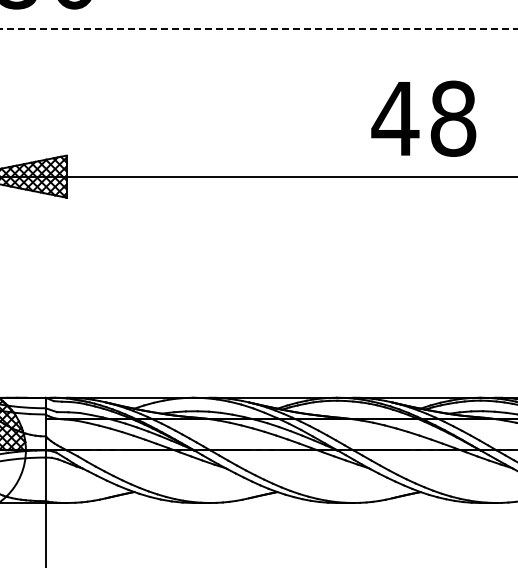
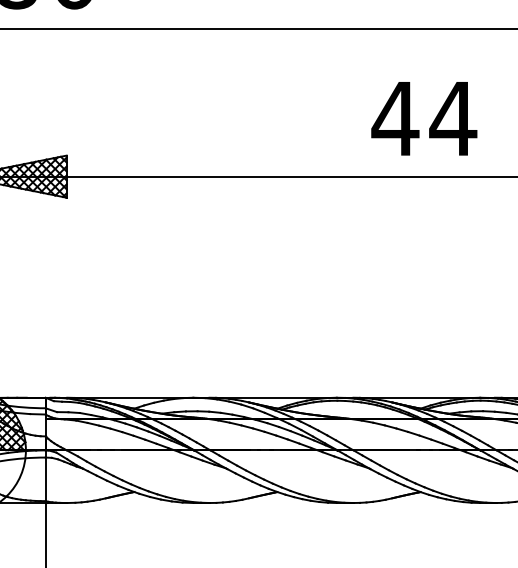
line at (259, 29): dashed -> solid
text at (453, 118): 48 -> 44
